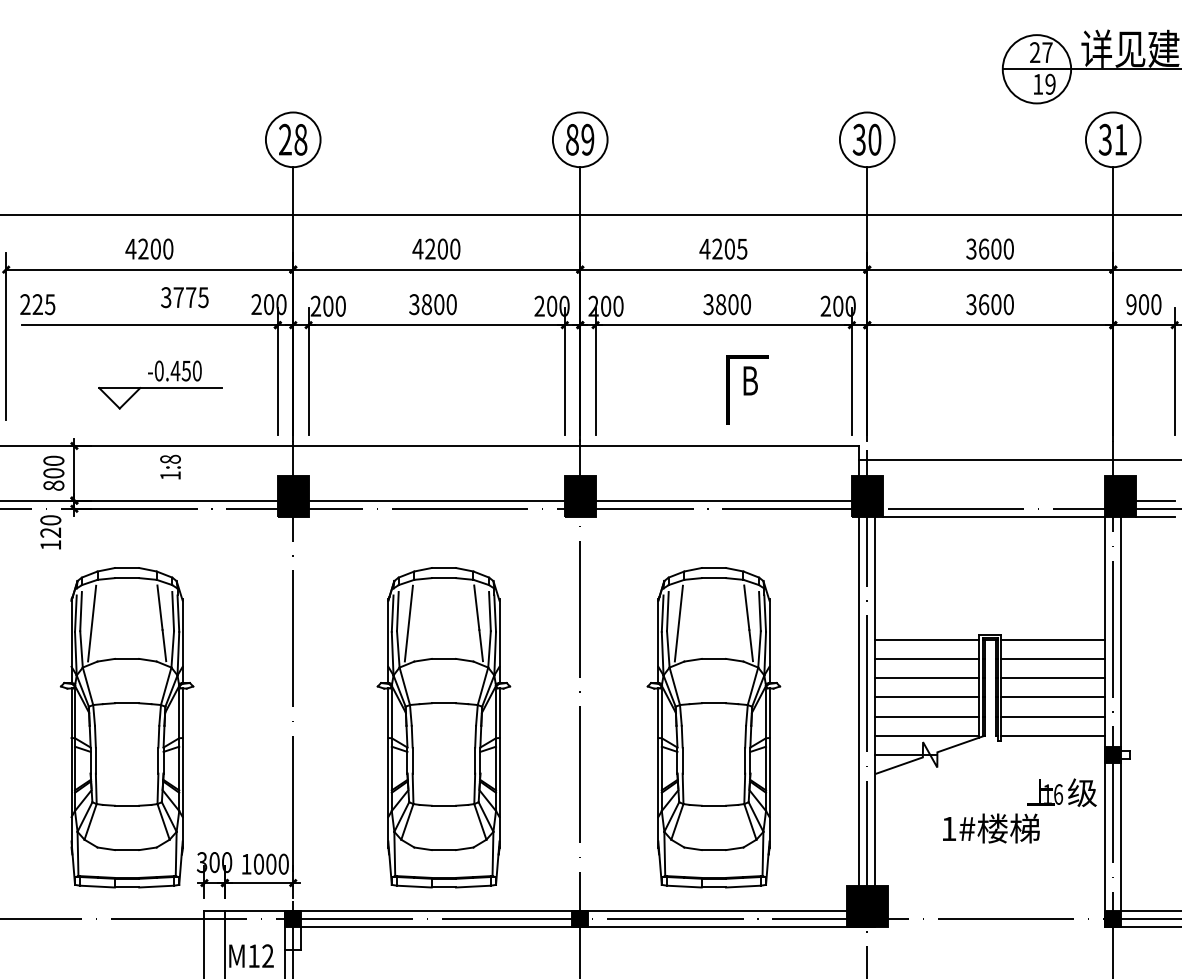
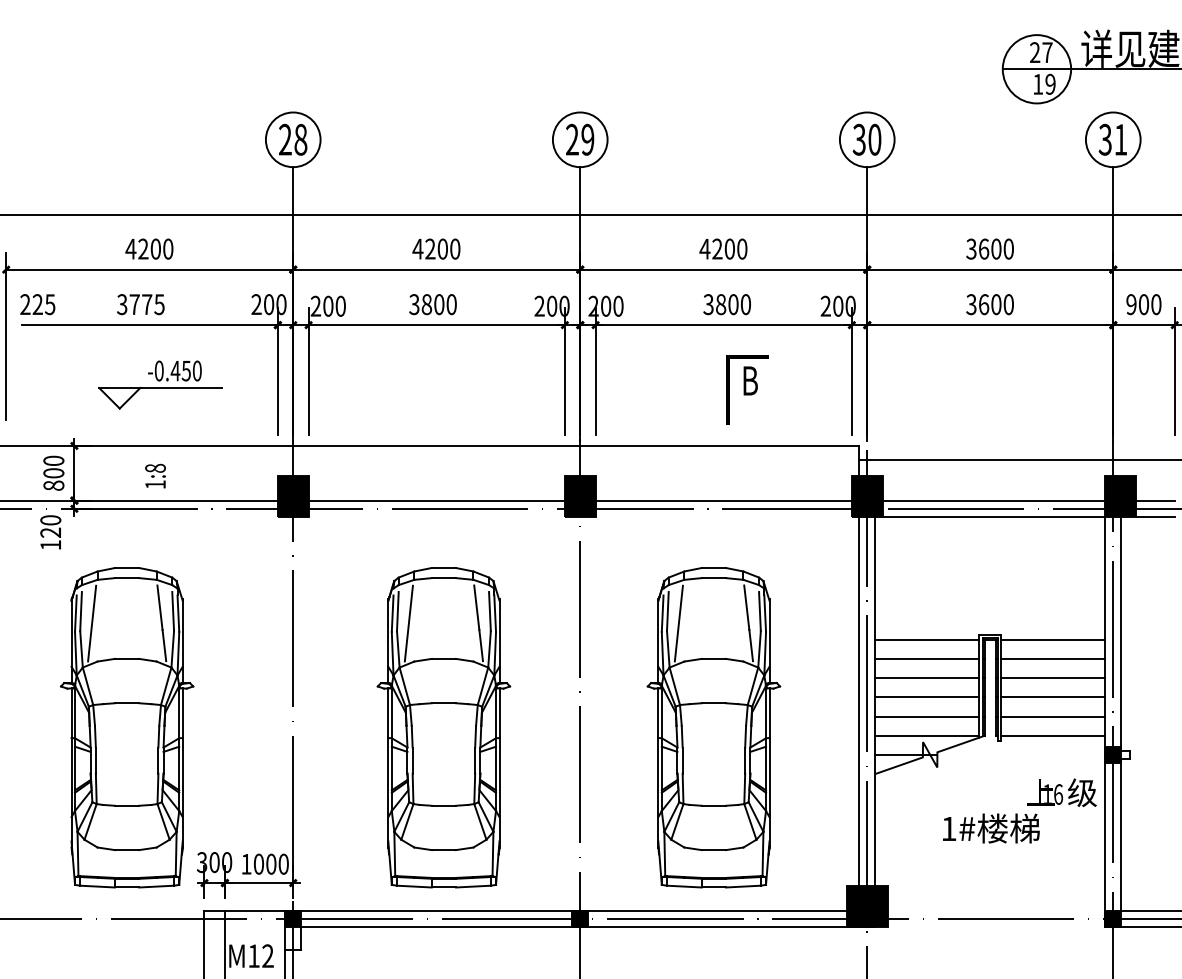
text at (572, 139): 89 -> 29
text at (742, 248): 4205 -> 4200
text at (184, 297) position: (184, 297) -> (140, 304)
text at (170, 466) position: (170, 466) -> (155, 475)
line at (993, 500): none -> present
